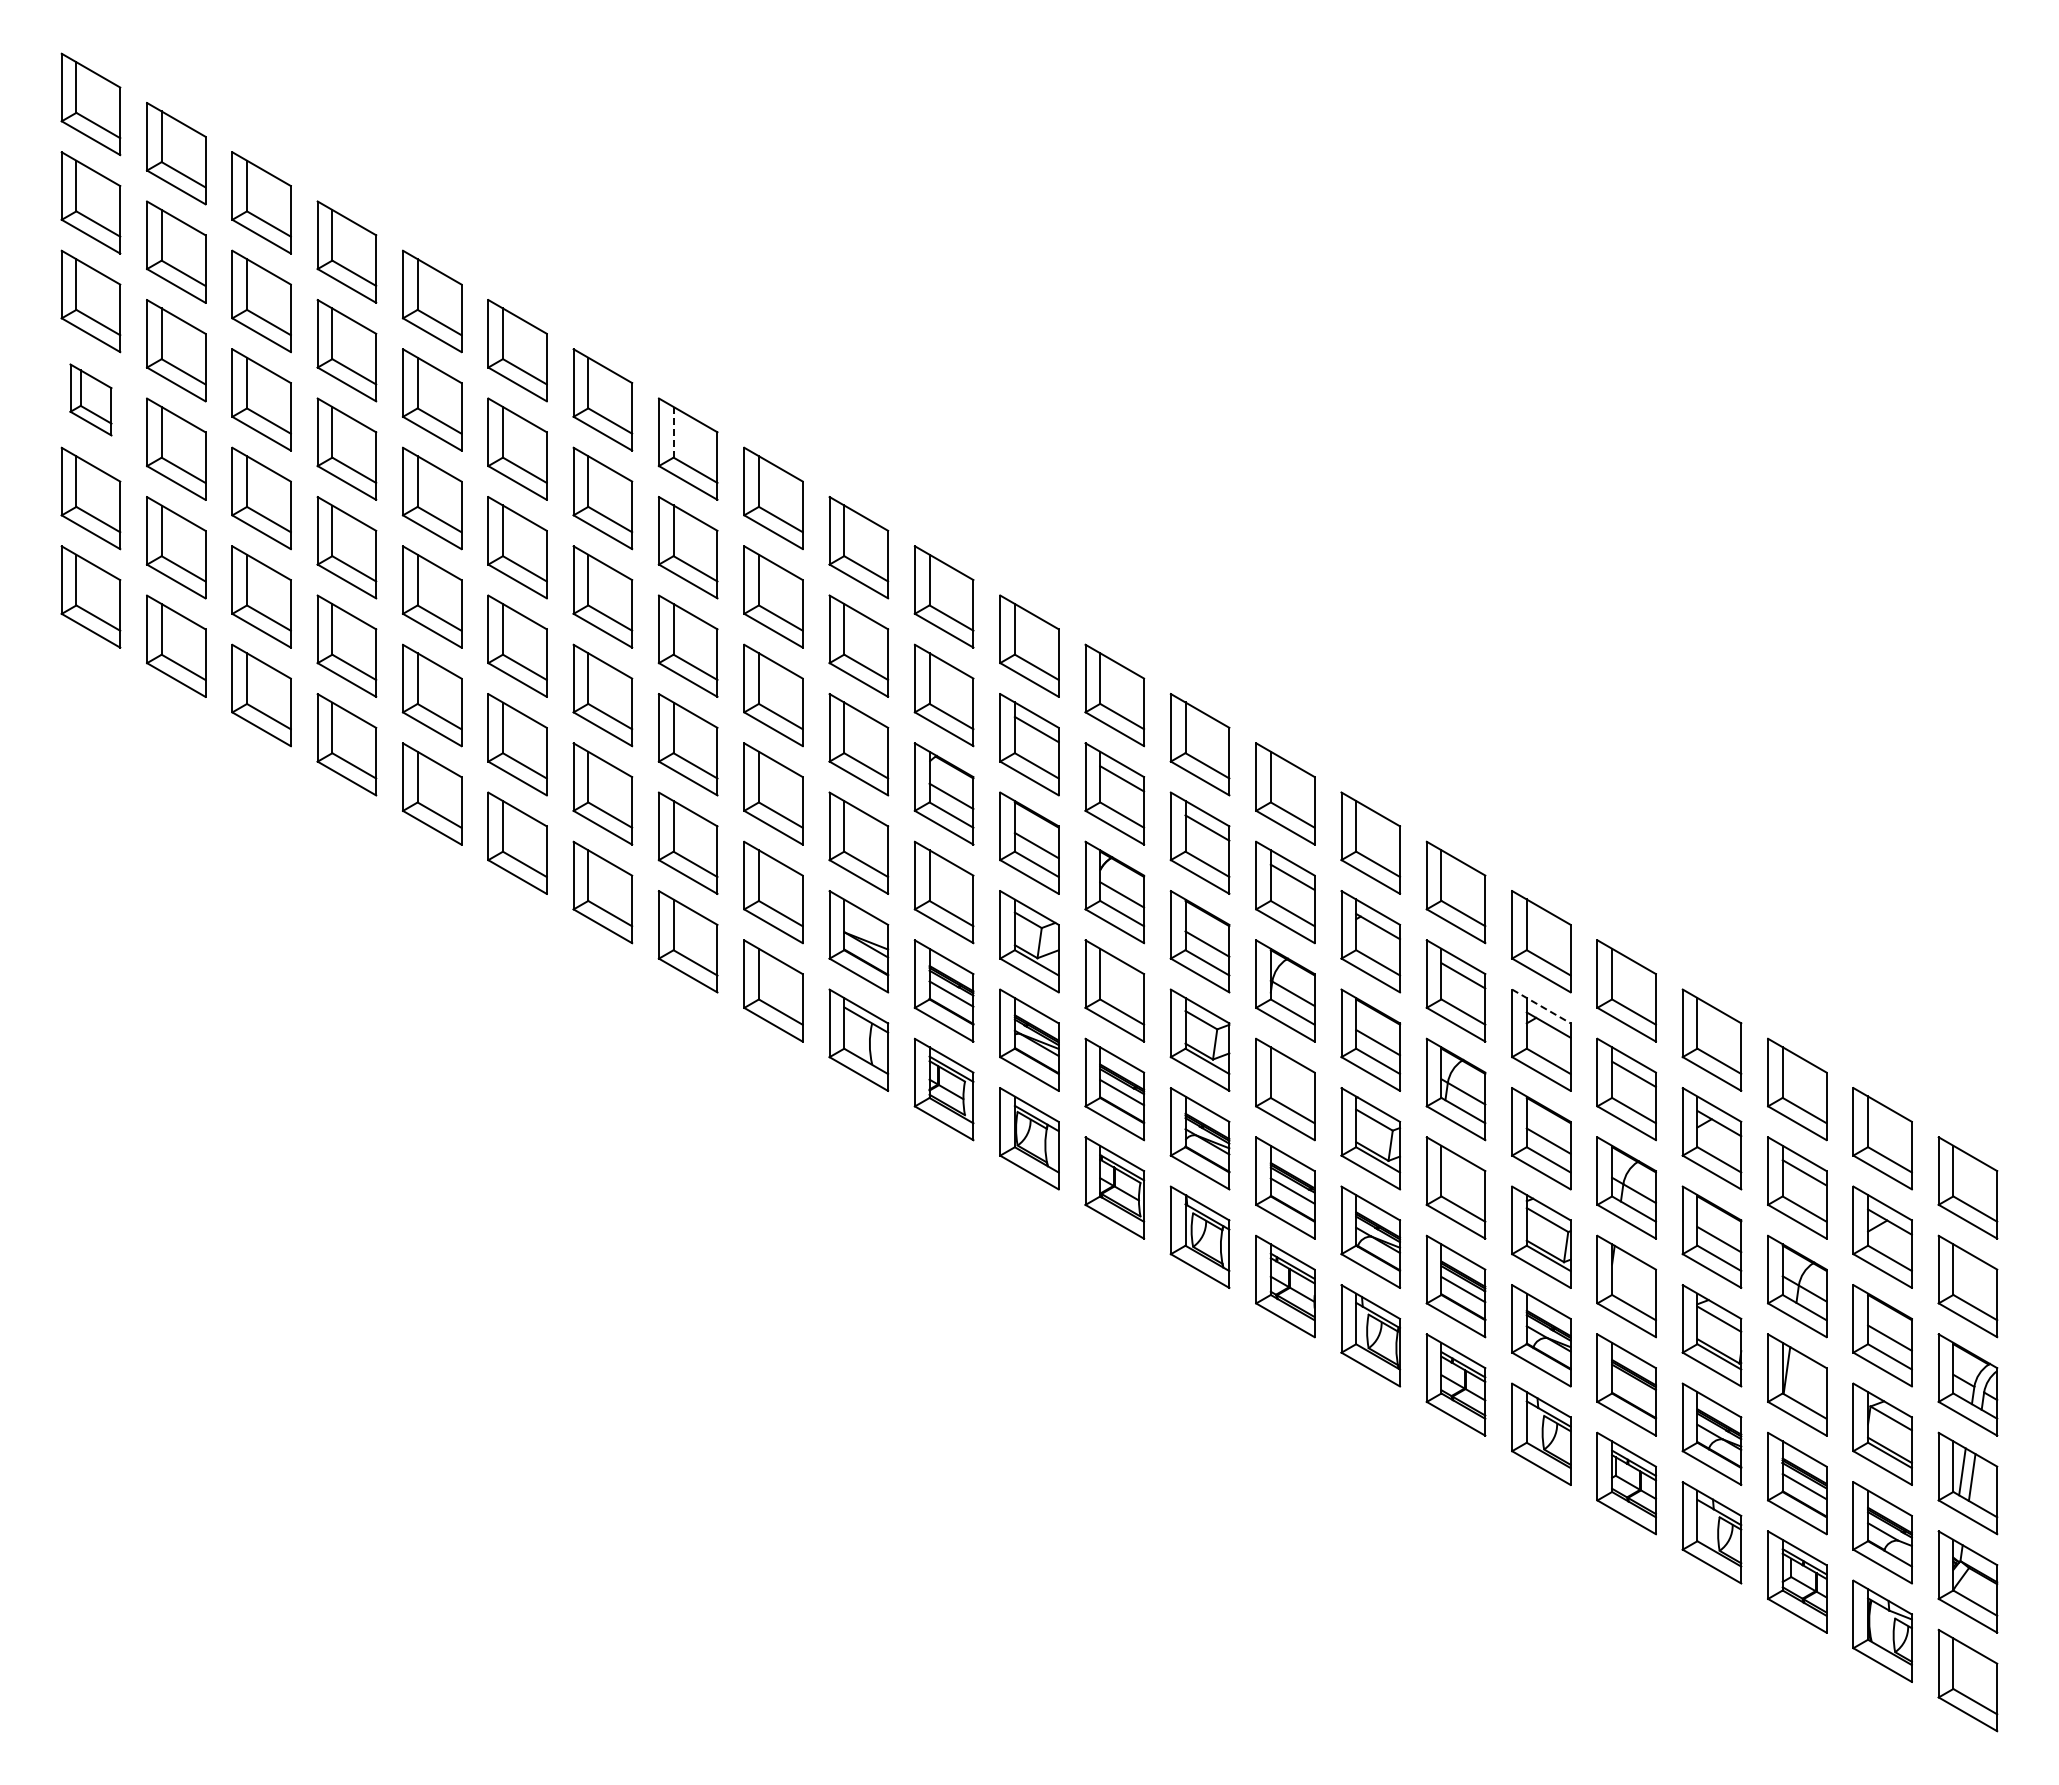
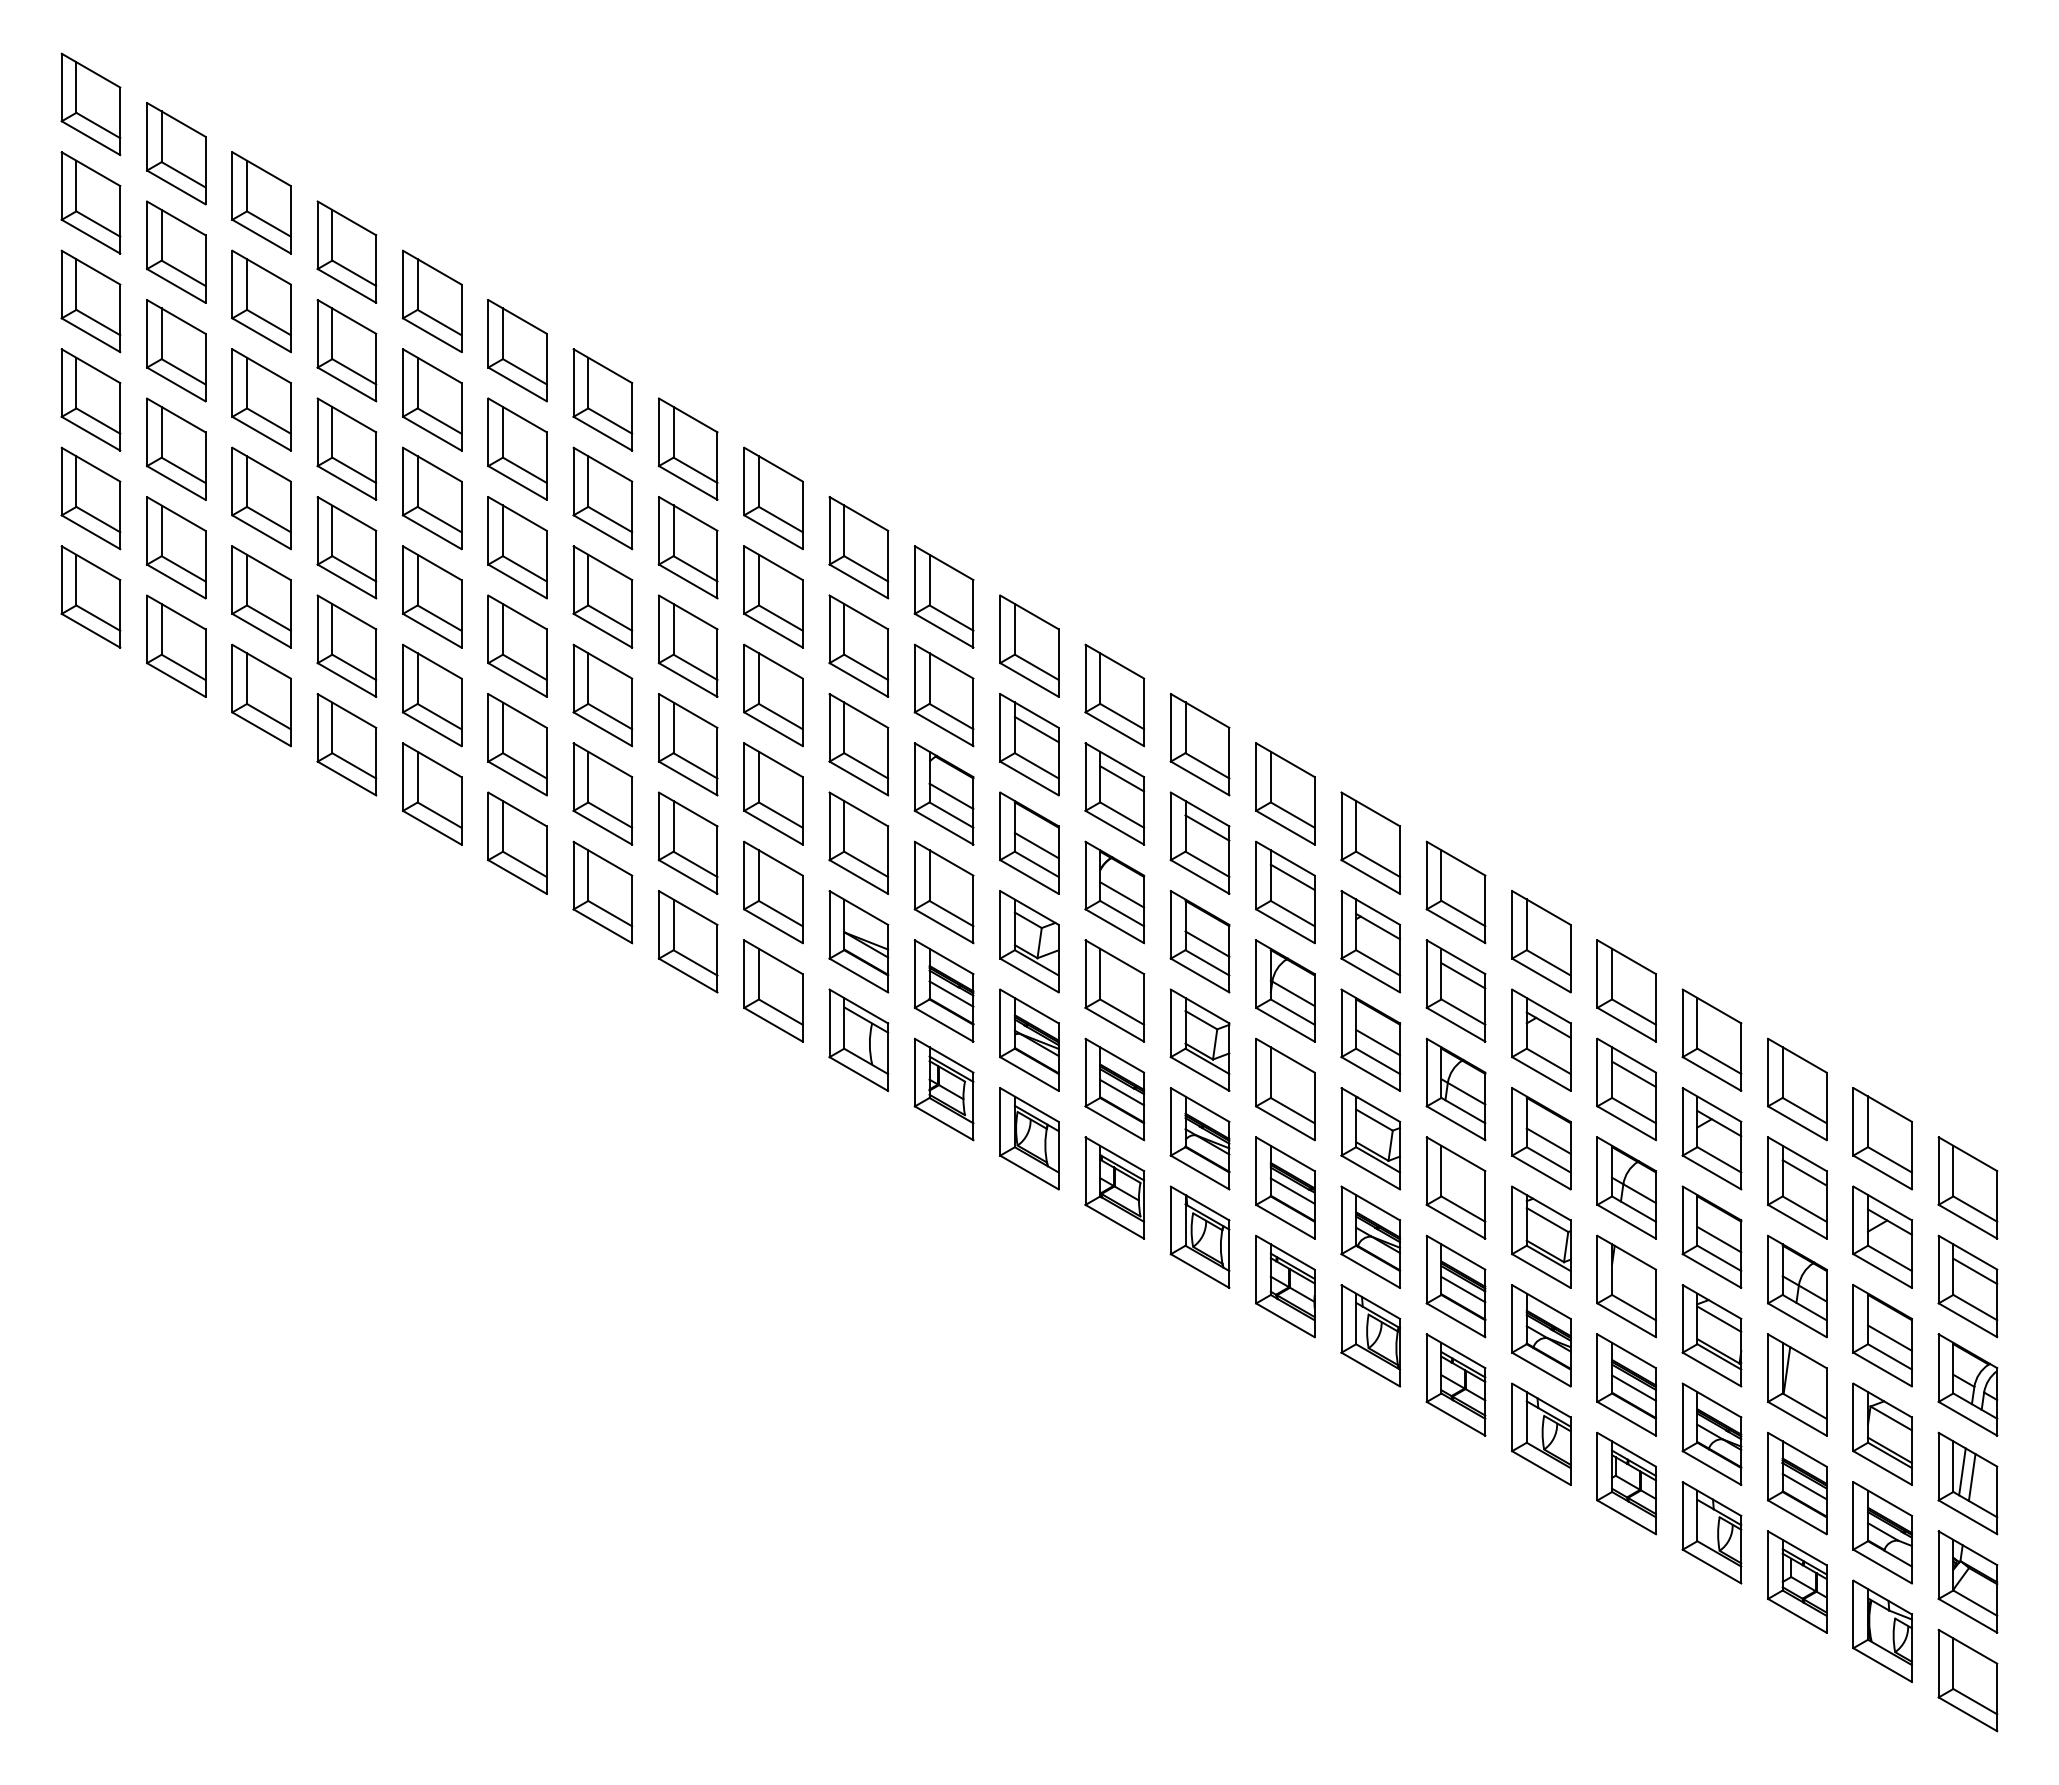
part at (90, 399) size: 44x74 px -> 62x104 px
line at (673, 431): dashed -> solid
line at (1541, 1006): dashed -> solid
line at (1975, 1271): none -> present
line at (1633, 1387): none -> present
